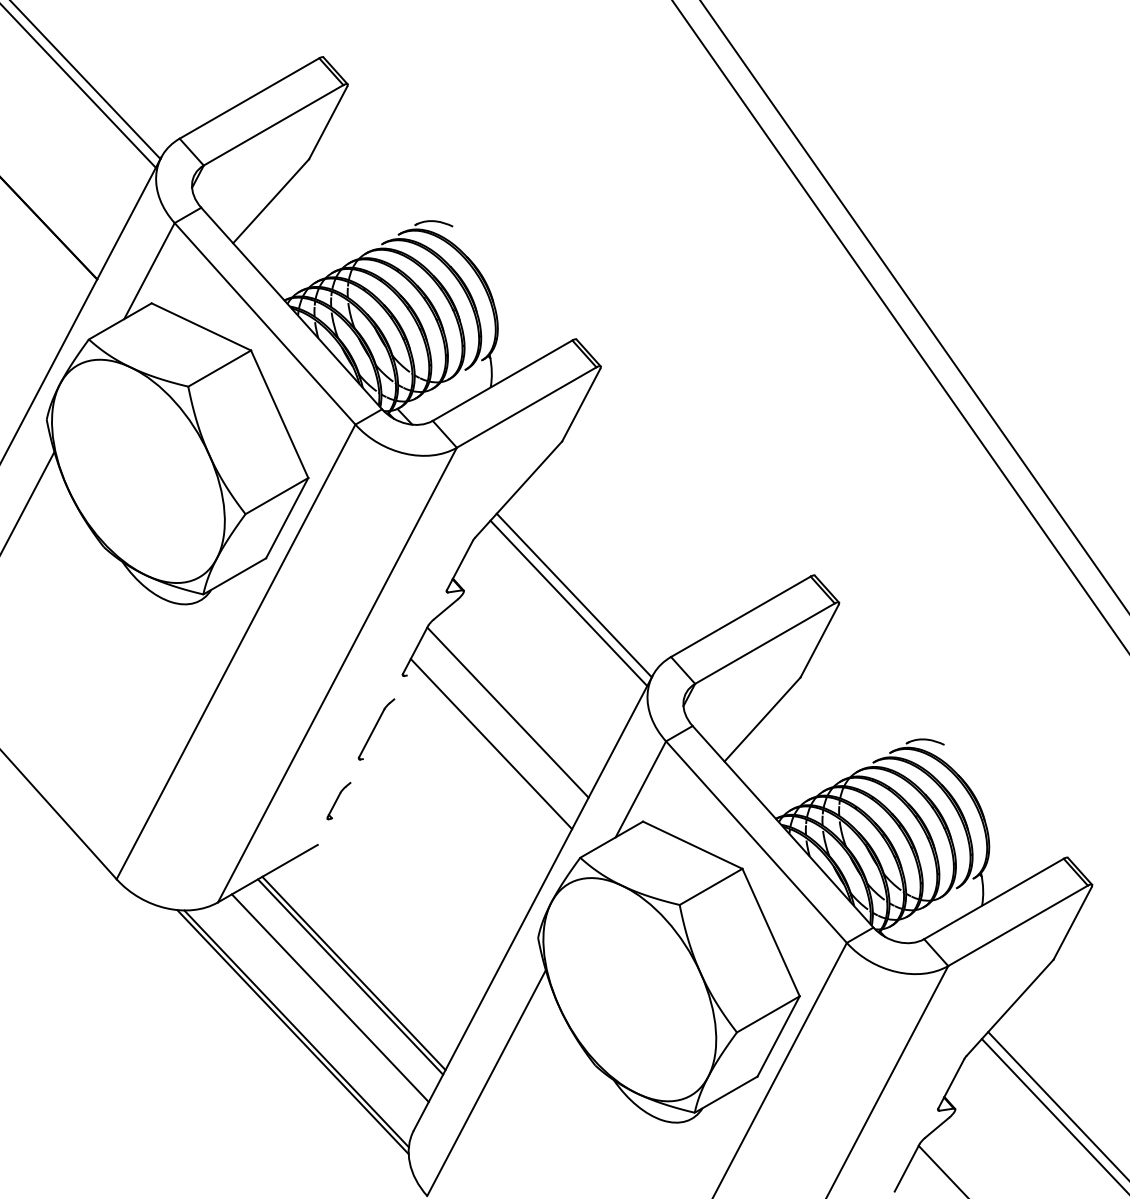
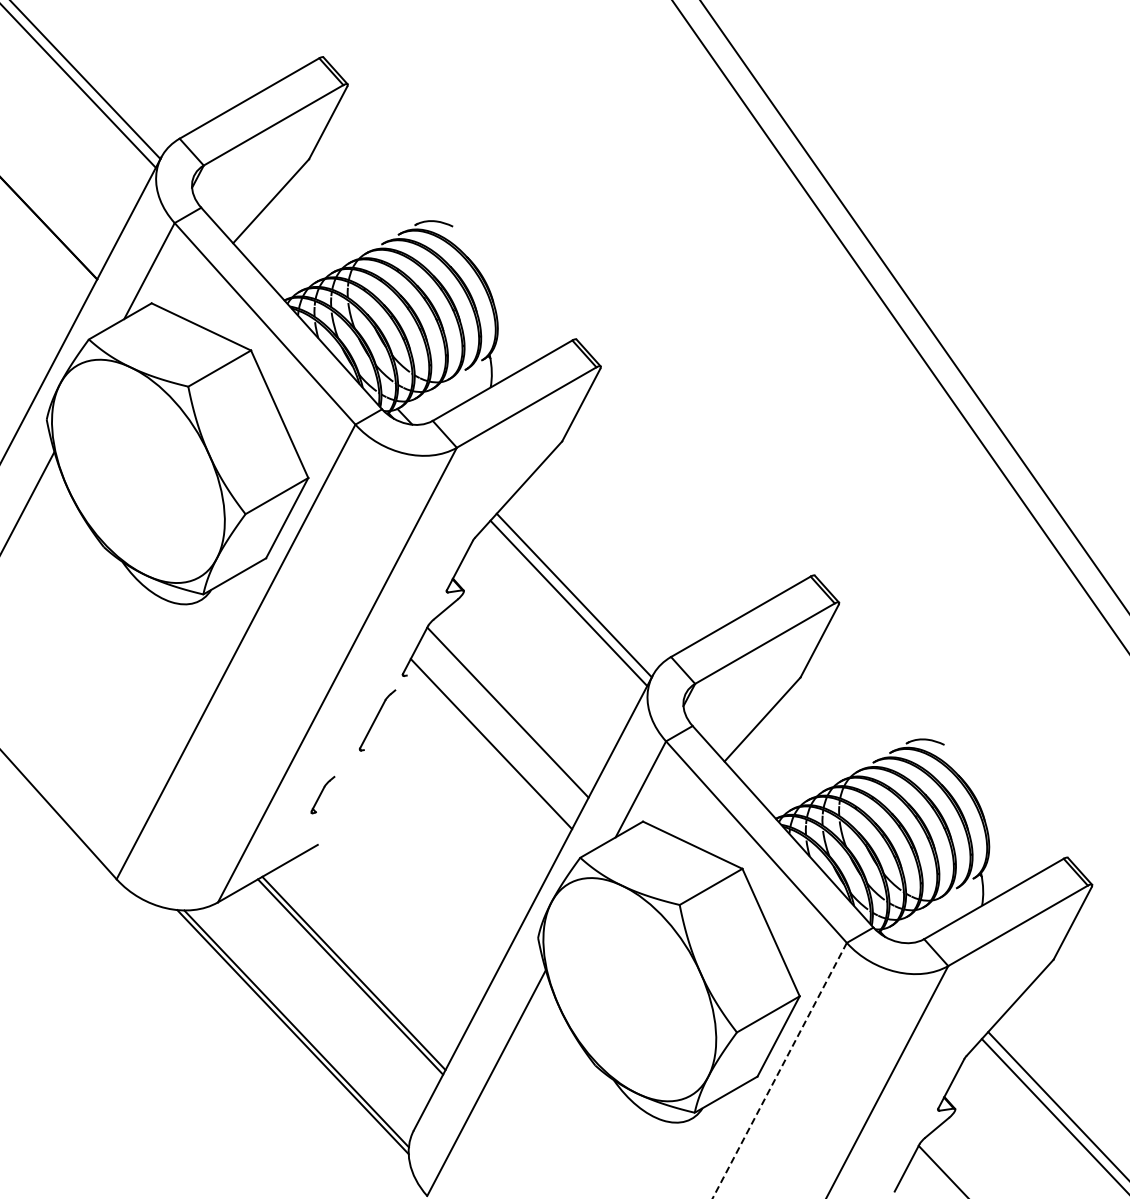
part at (376, 729) position: (376, 729) -> (377, 720)
part at (338, 800) position: (338, 800) -> (322, 794)
line at (329, 998): present -> none
line at (779, 1071): solid -> dashed
